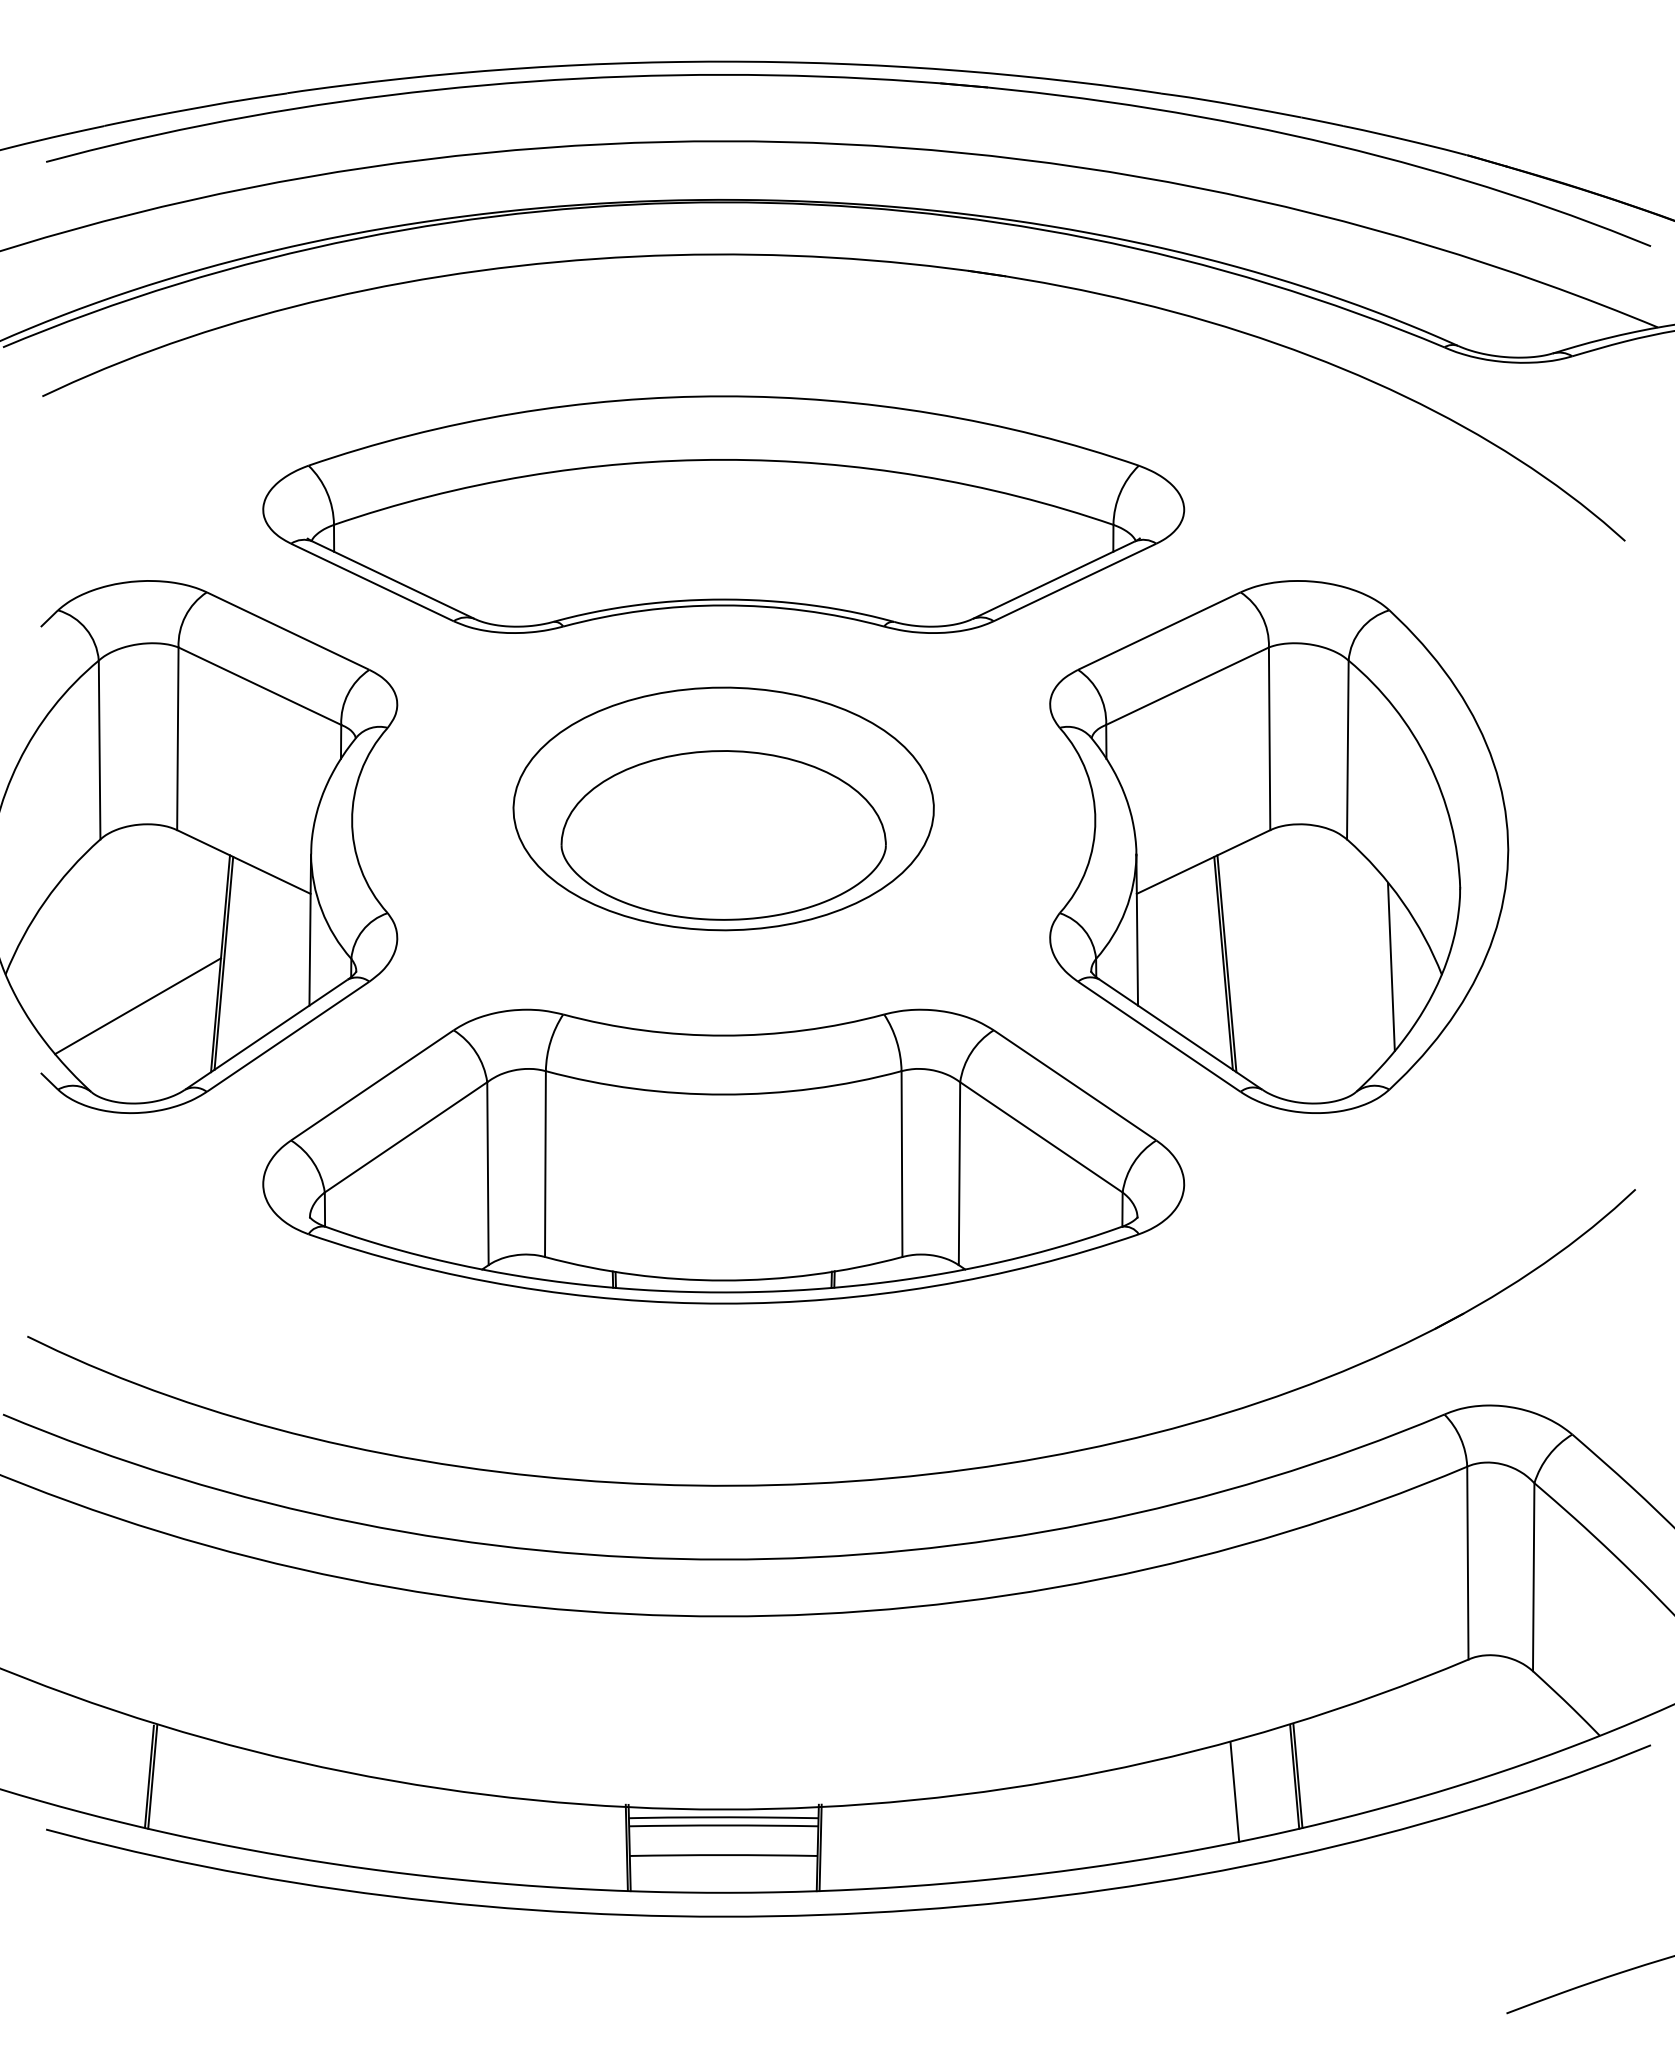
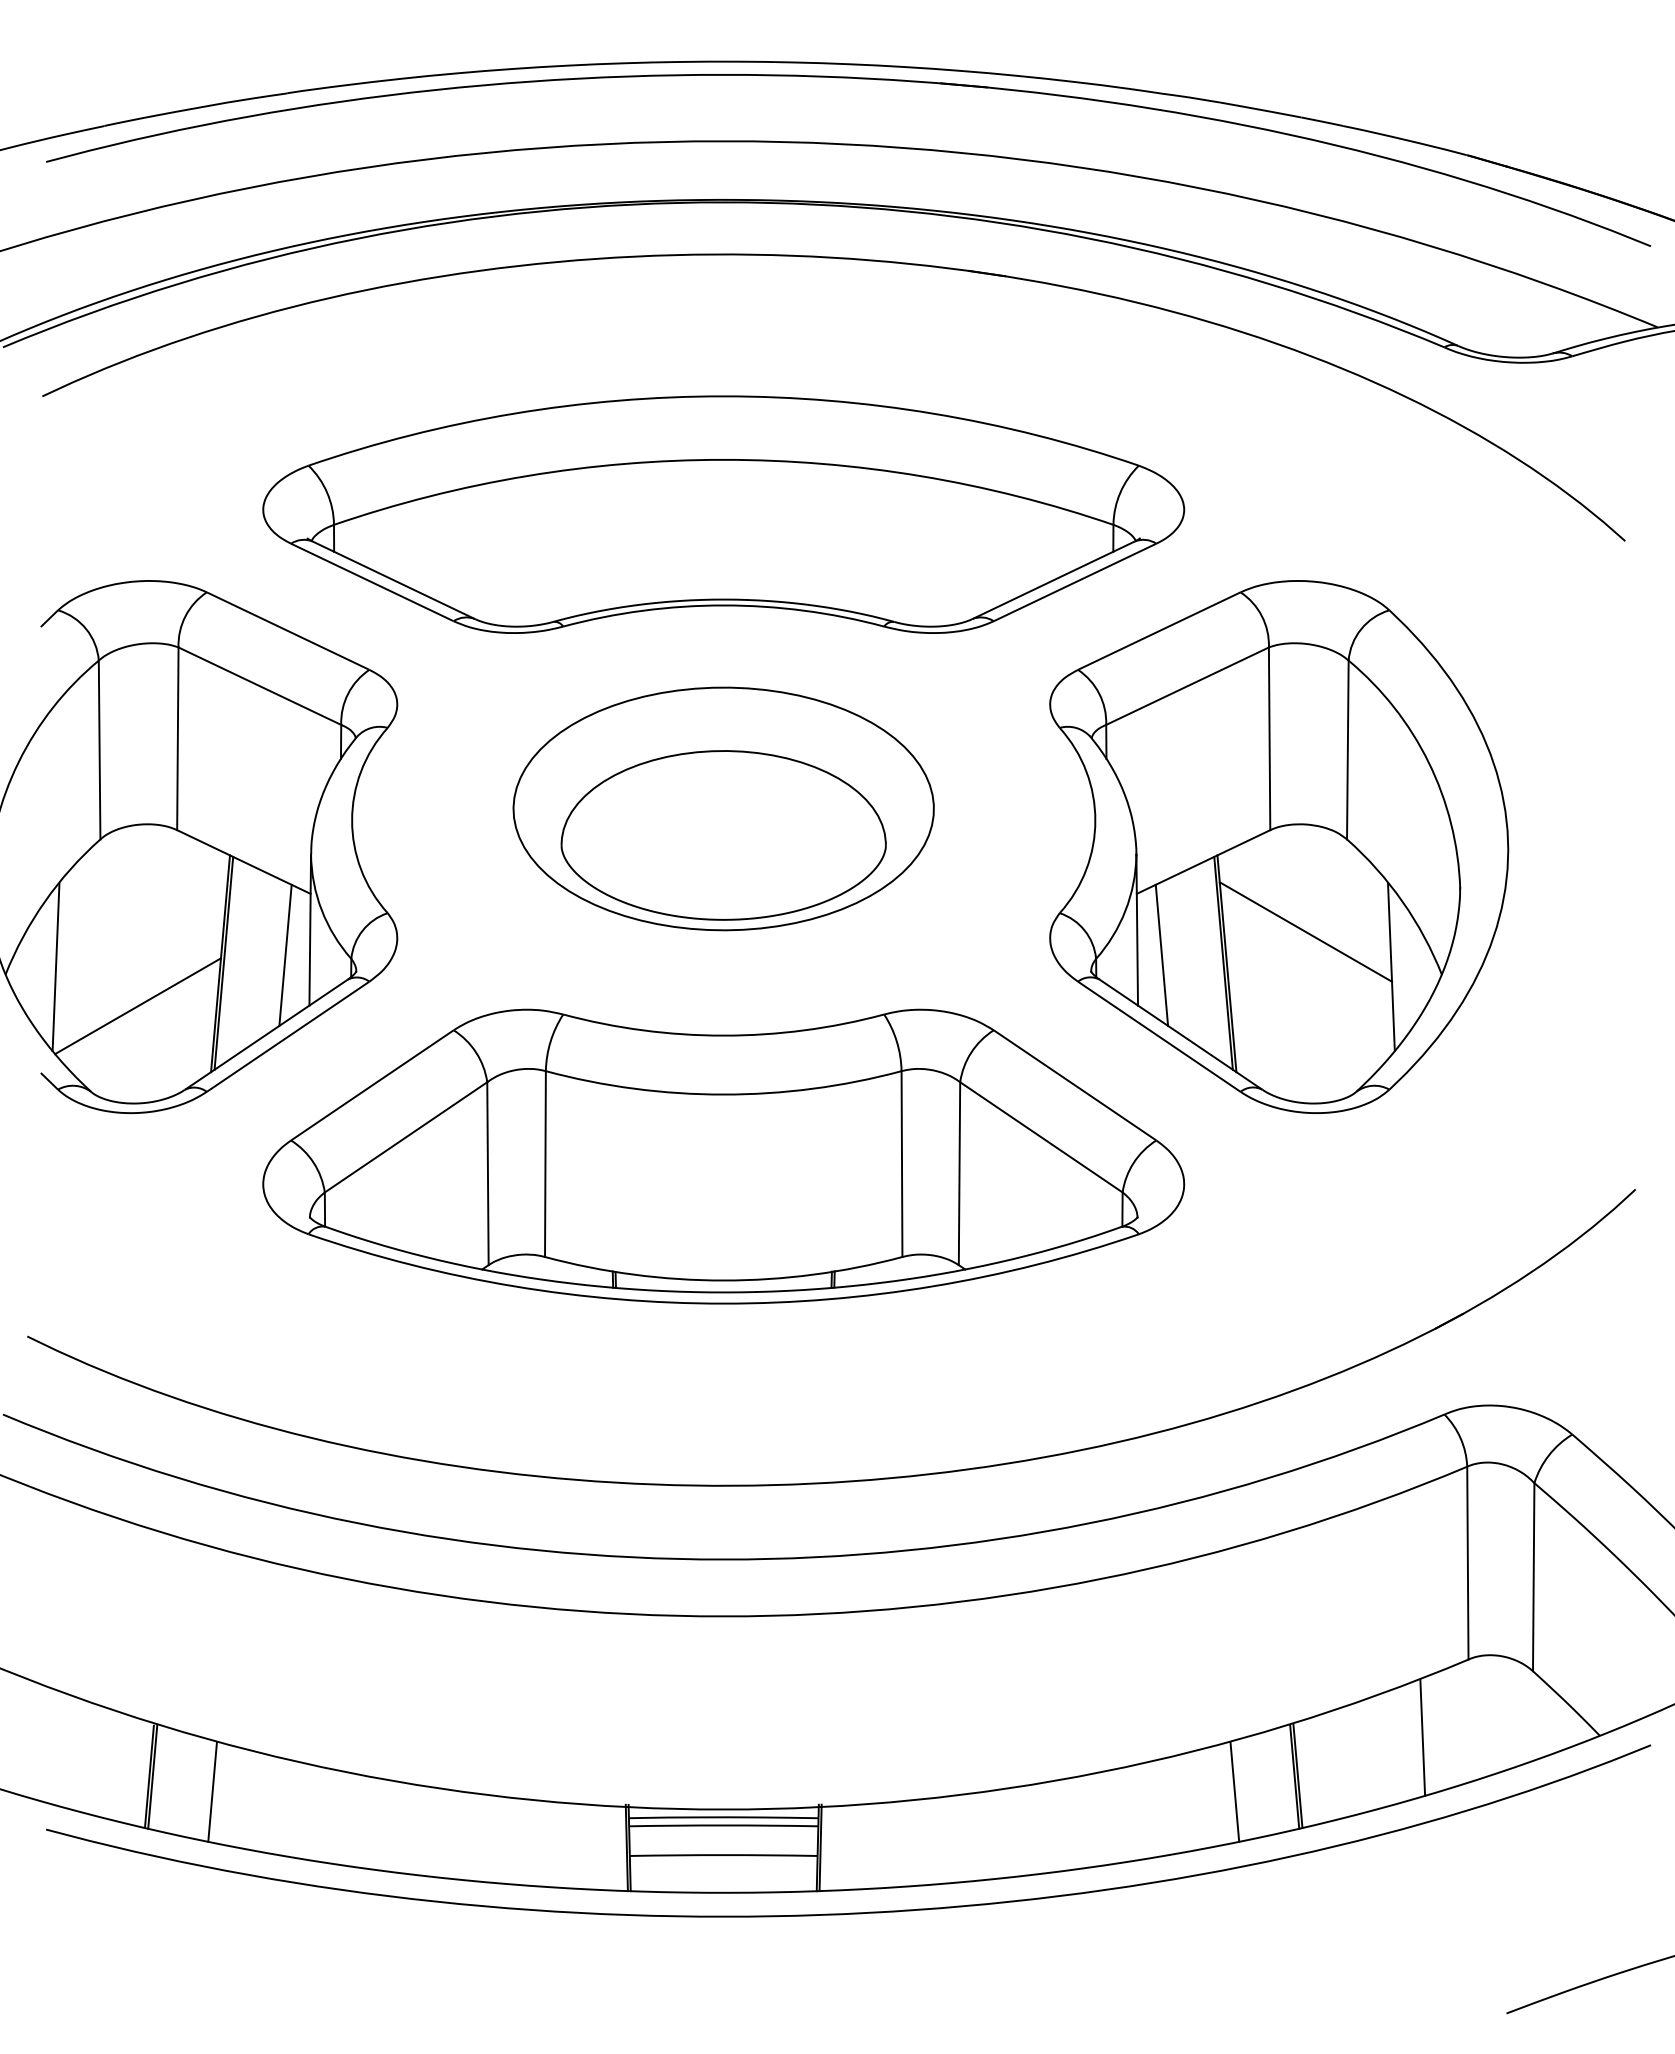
line at (1305, 931): none -> present
line at (285, 954): none -> present
line at (1161, 954): none -> present
line at (55, 967): none -> present
line at (1422, 1737): none -> present
line at (212, 1792): none -> present
